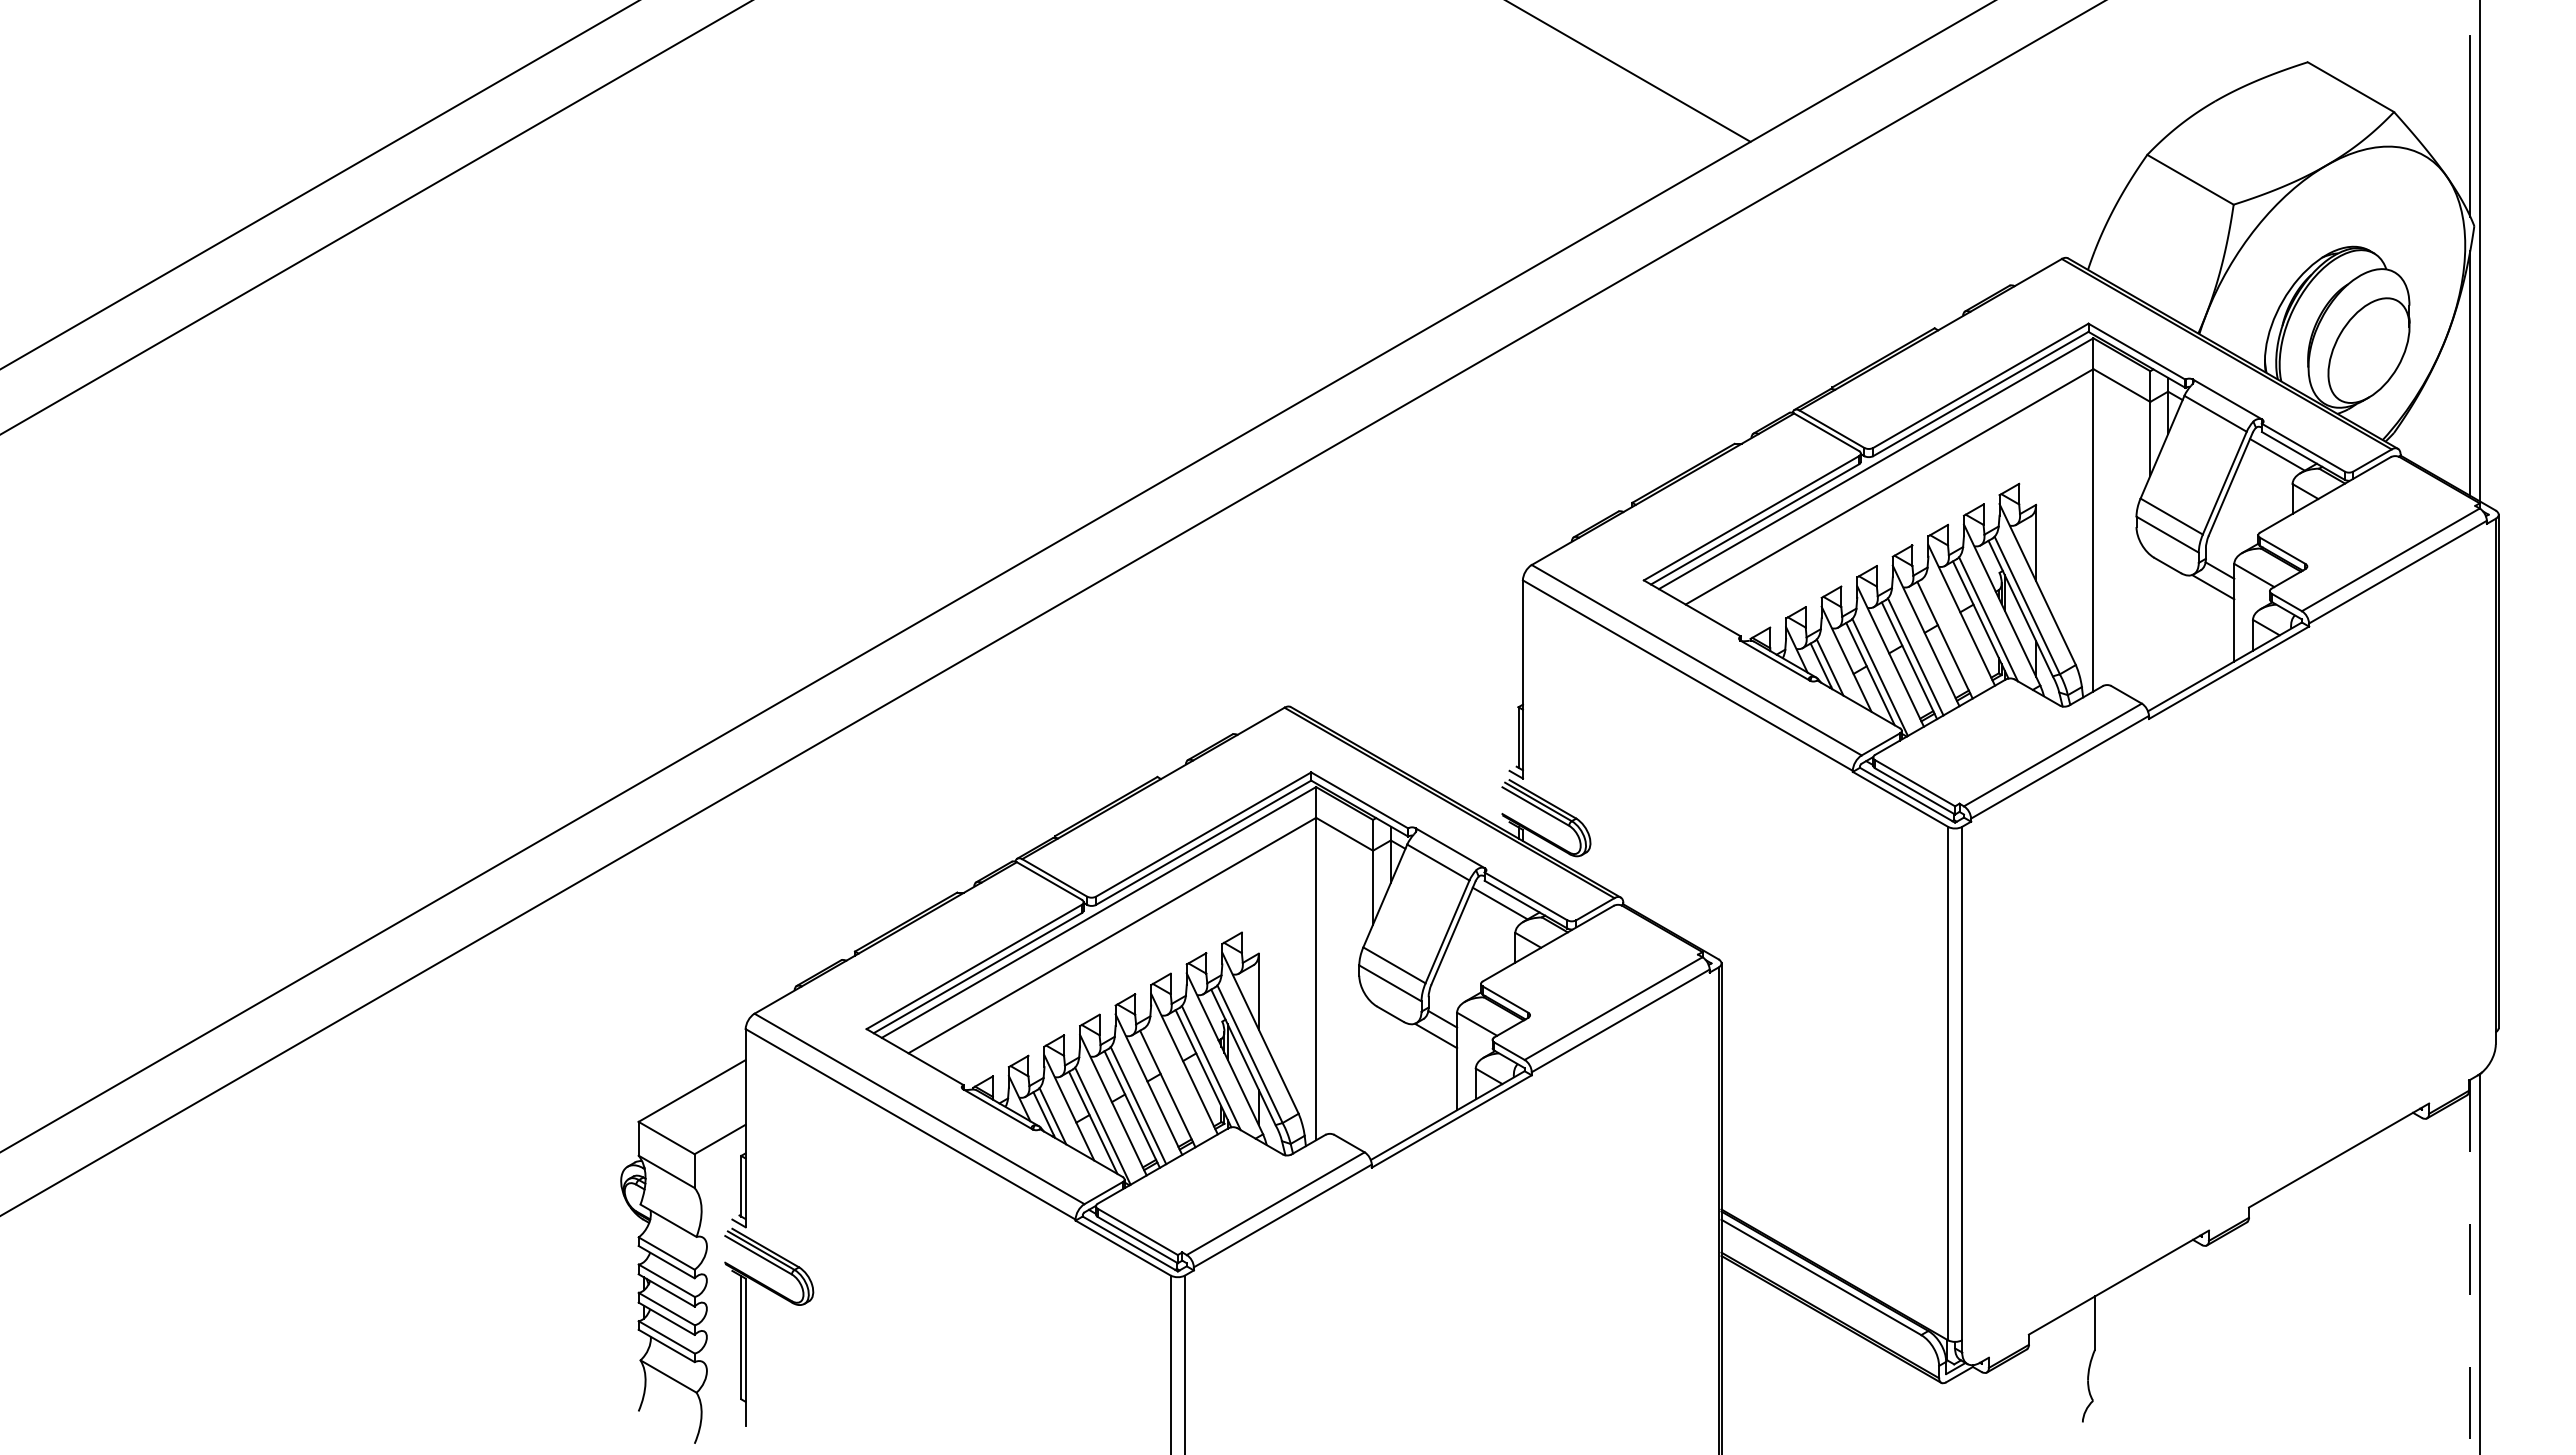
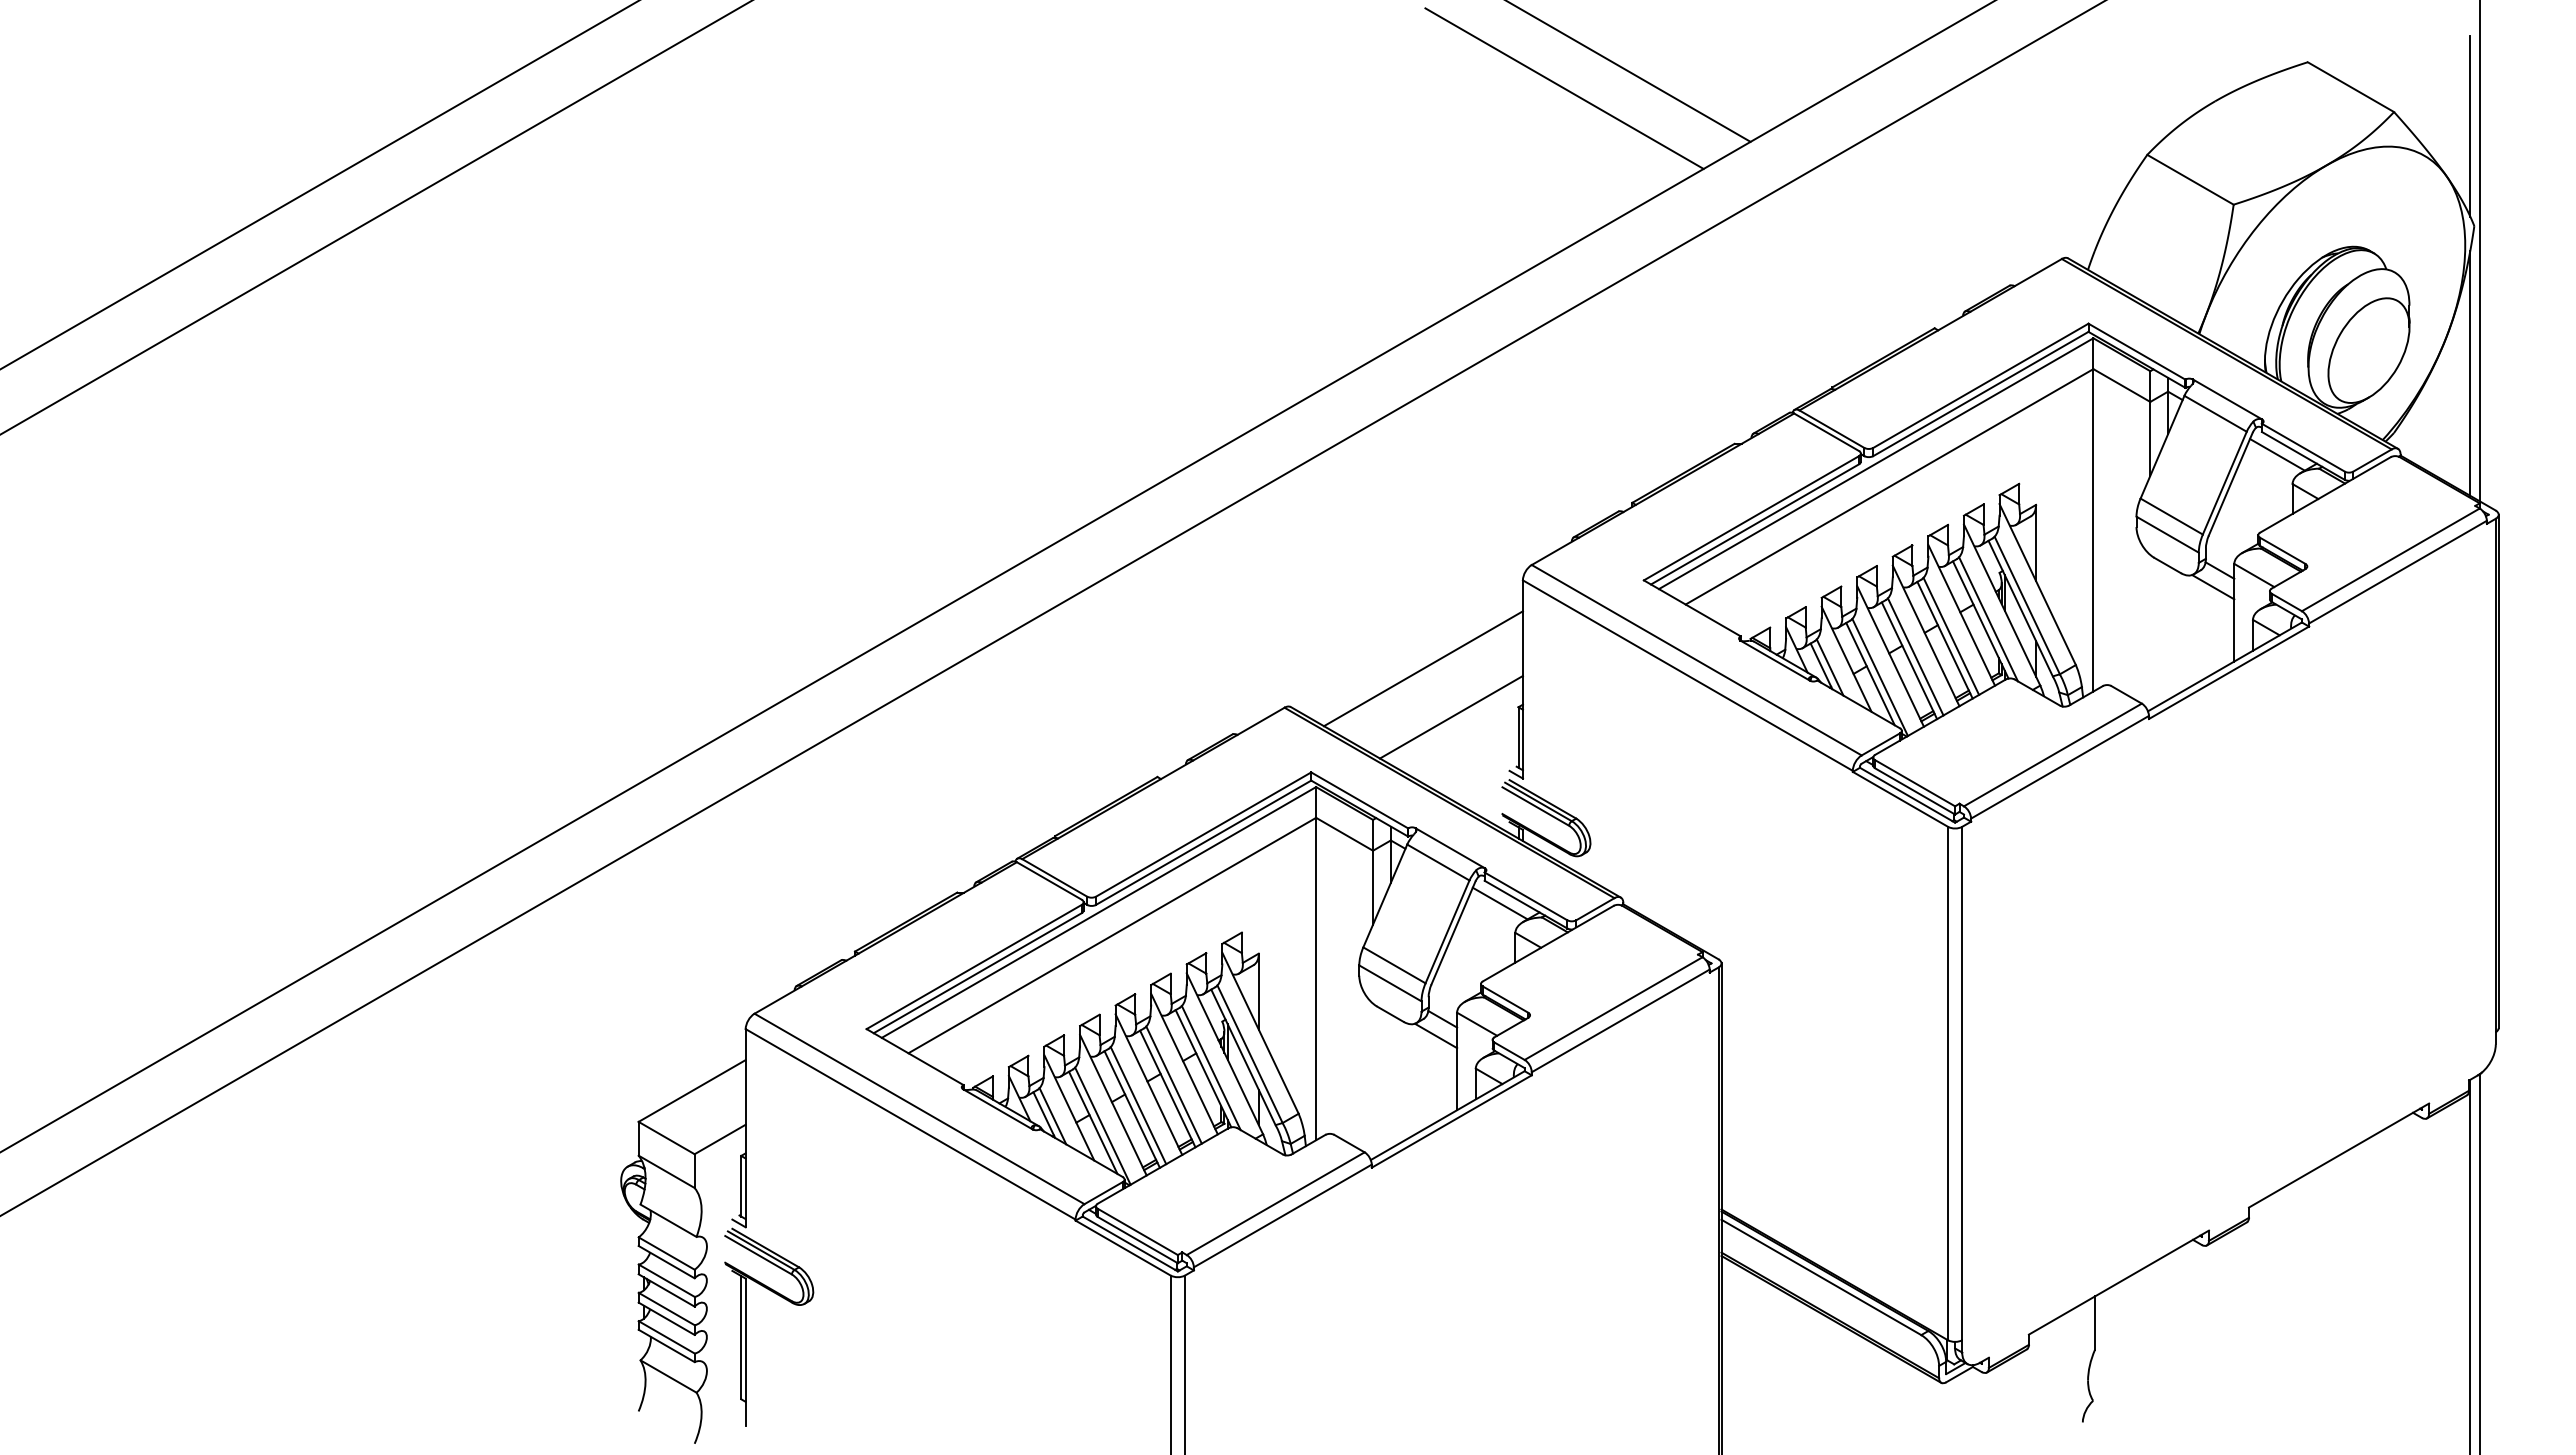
line at (1564, 88): none -> present
line at (1951, 635): none -> present
line at (1422, 668): none -> present
line at (1450, 716): none -> present
line at (1173, 1084): none -> present
line at (2470, 1267): dashed -> solid
